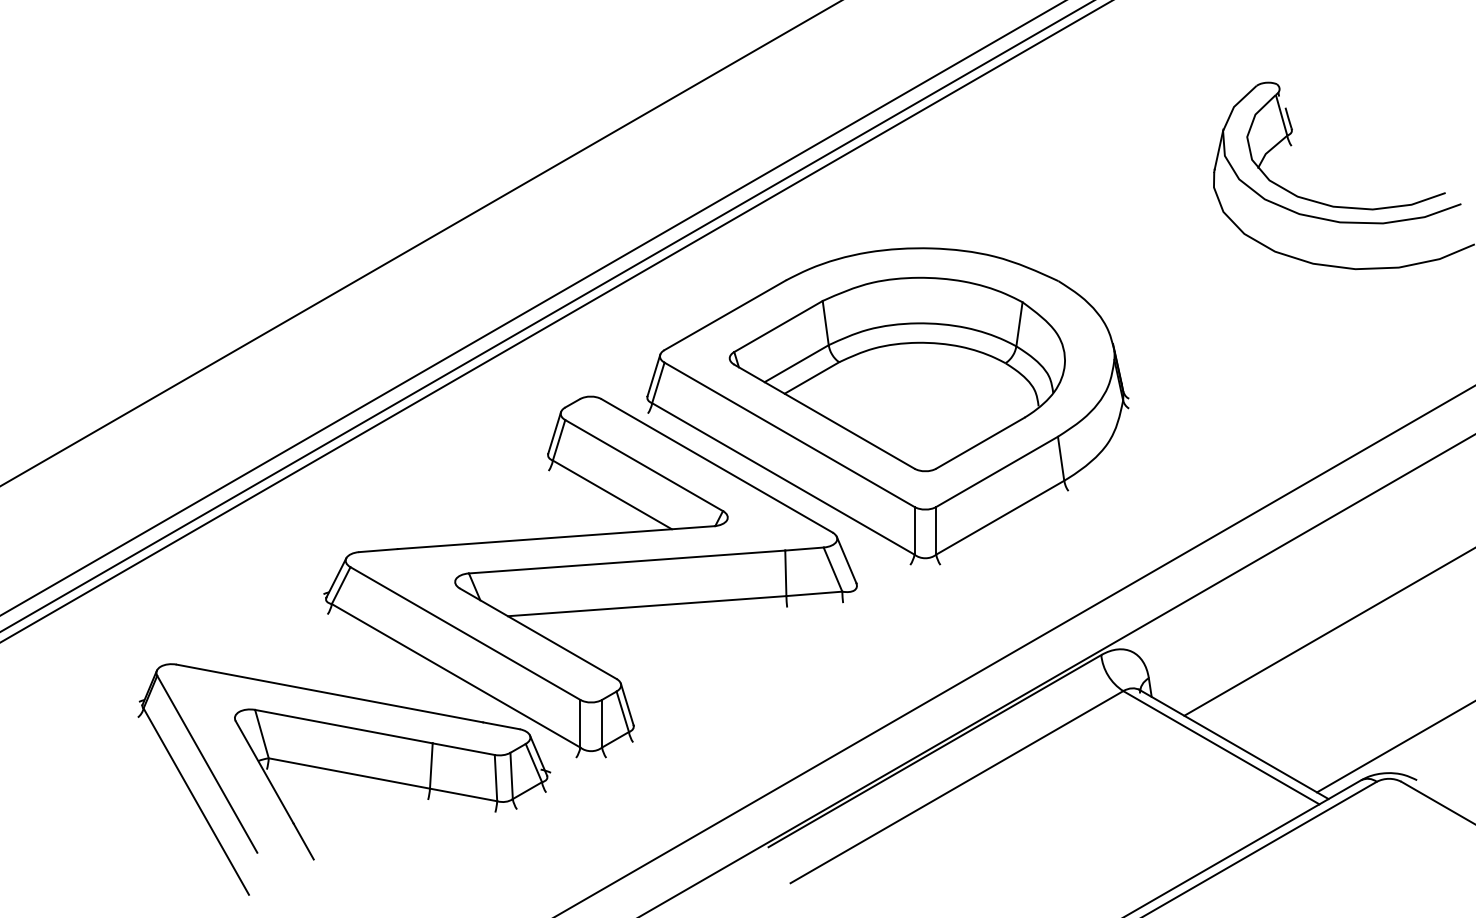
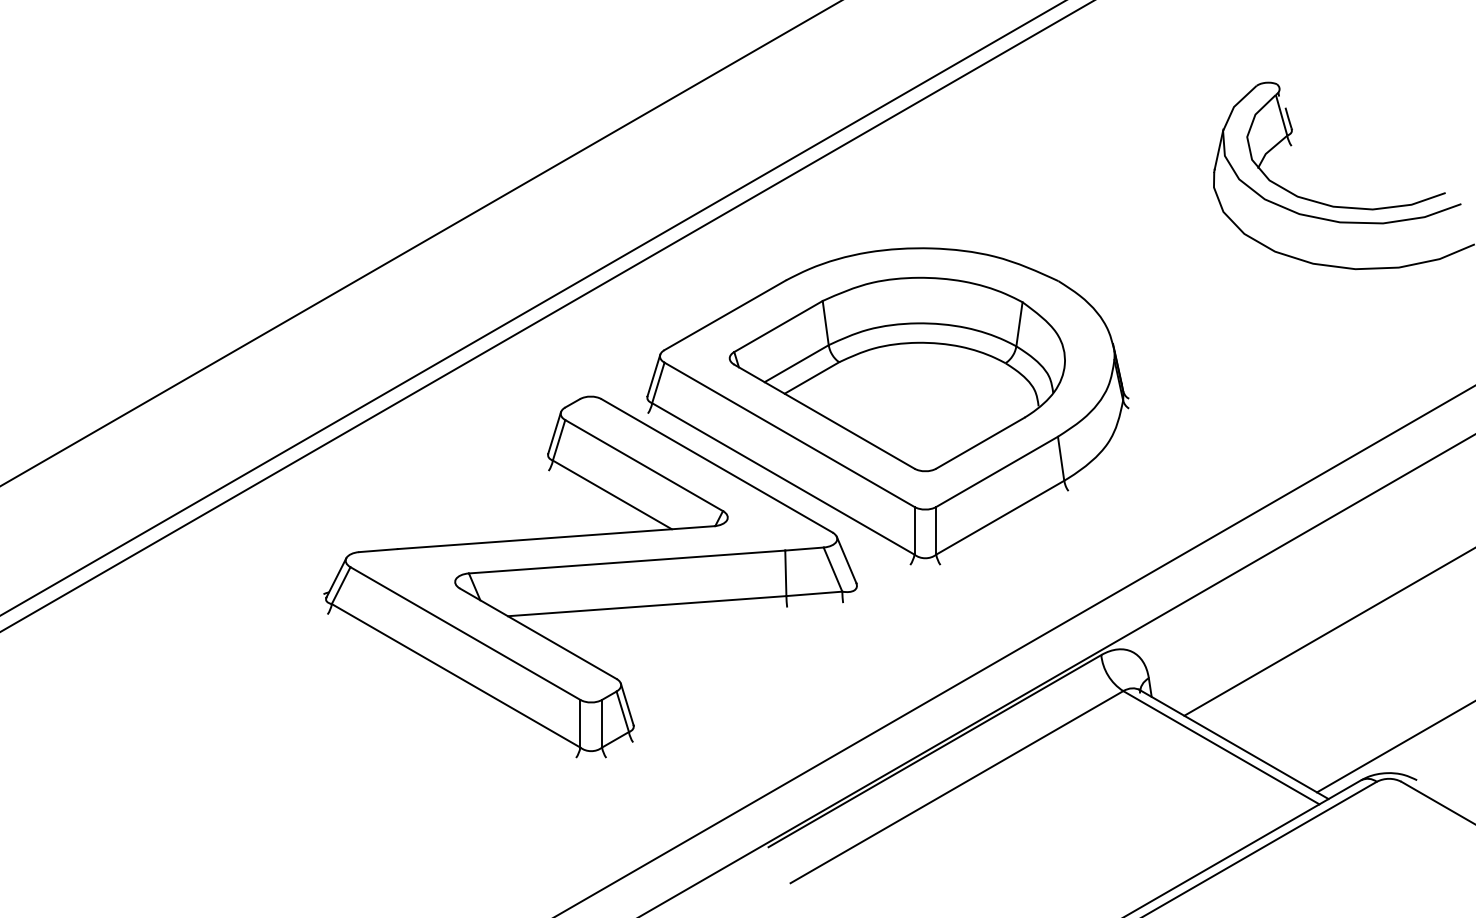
line at (555, 321): present -> none
part at (344, 779): present -> none
